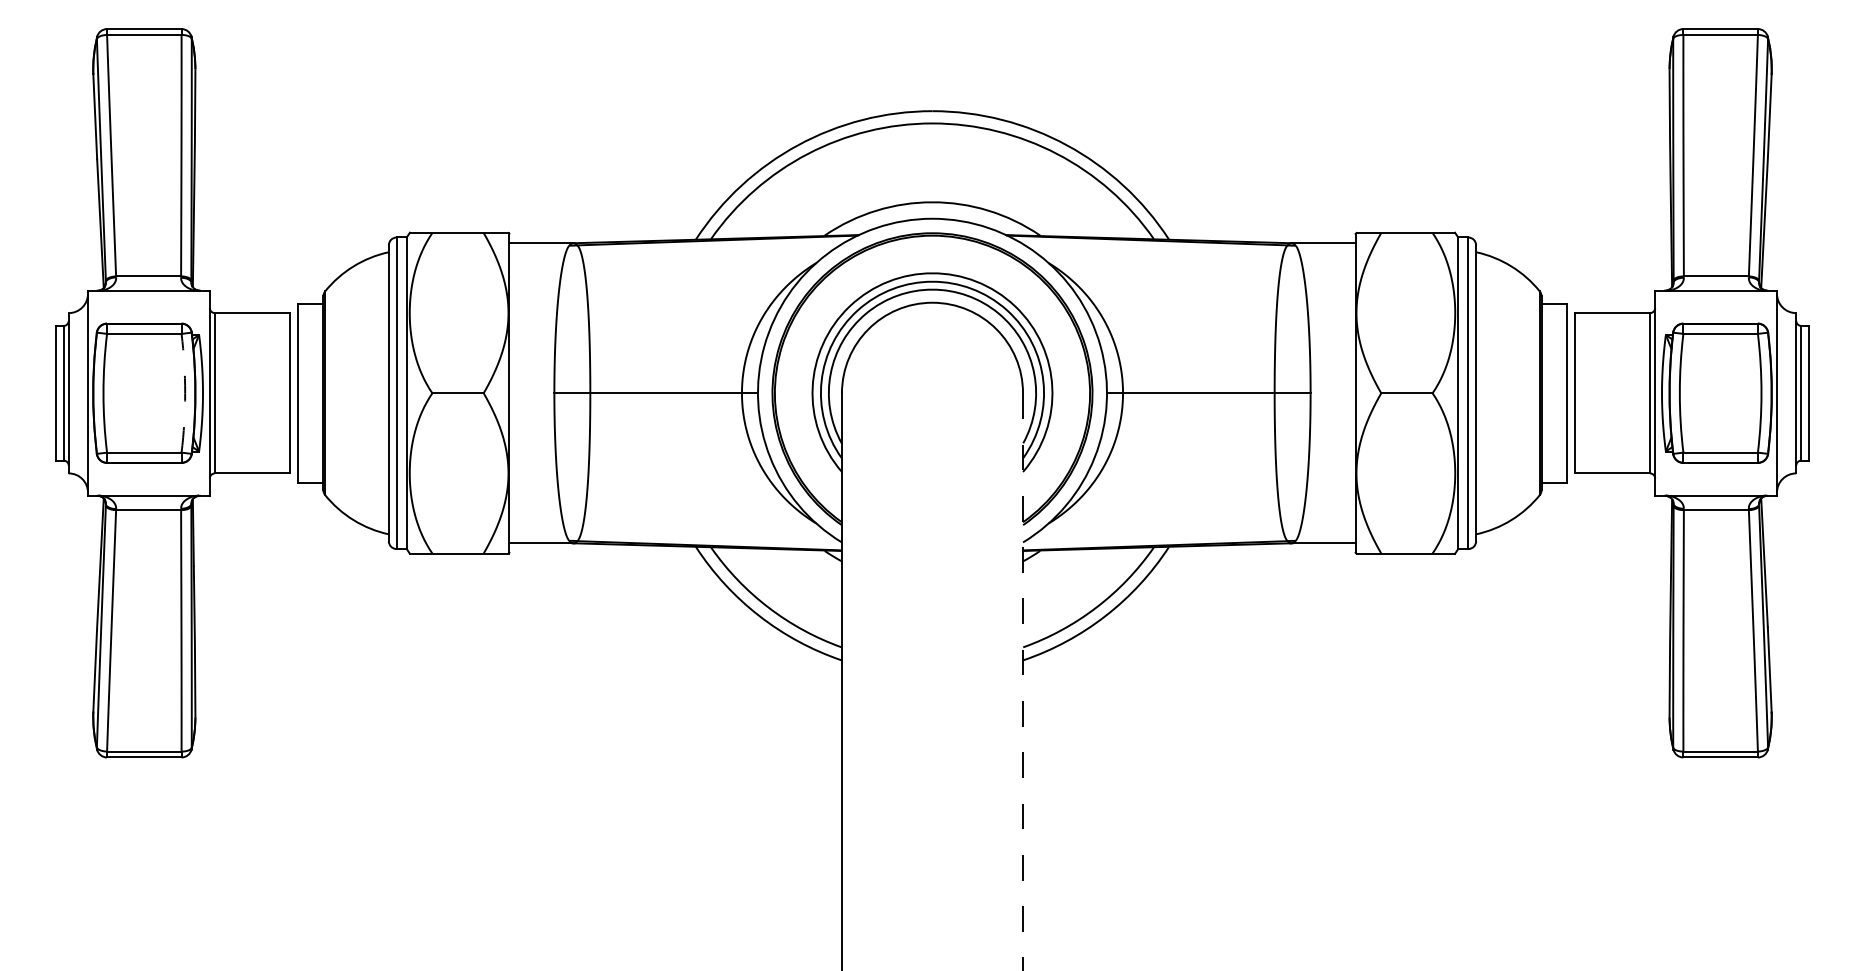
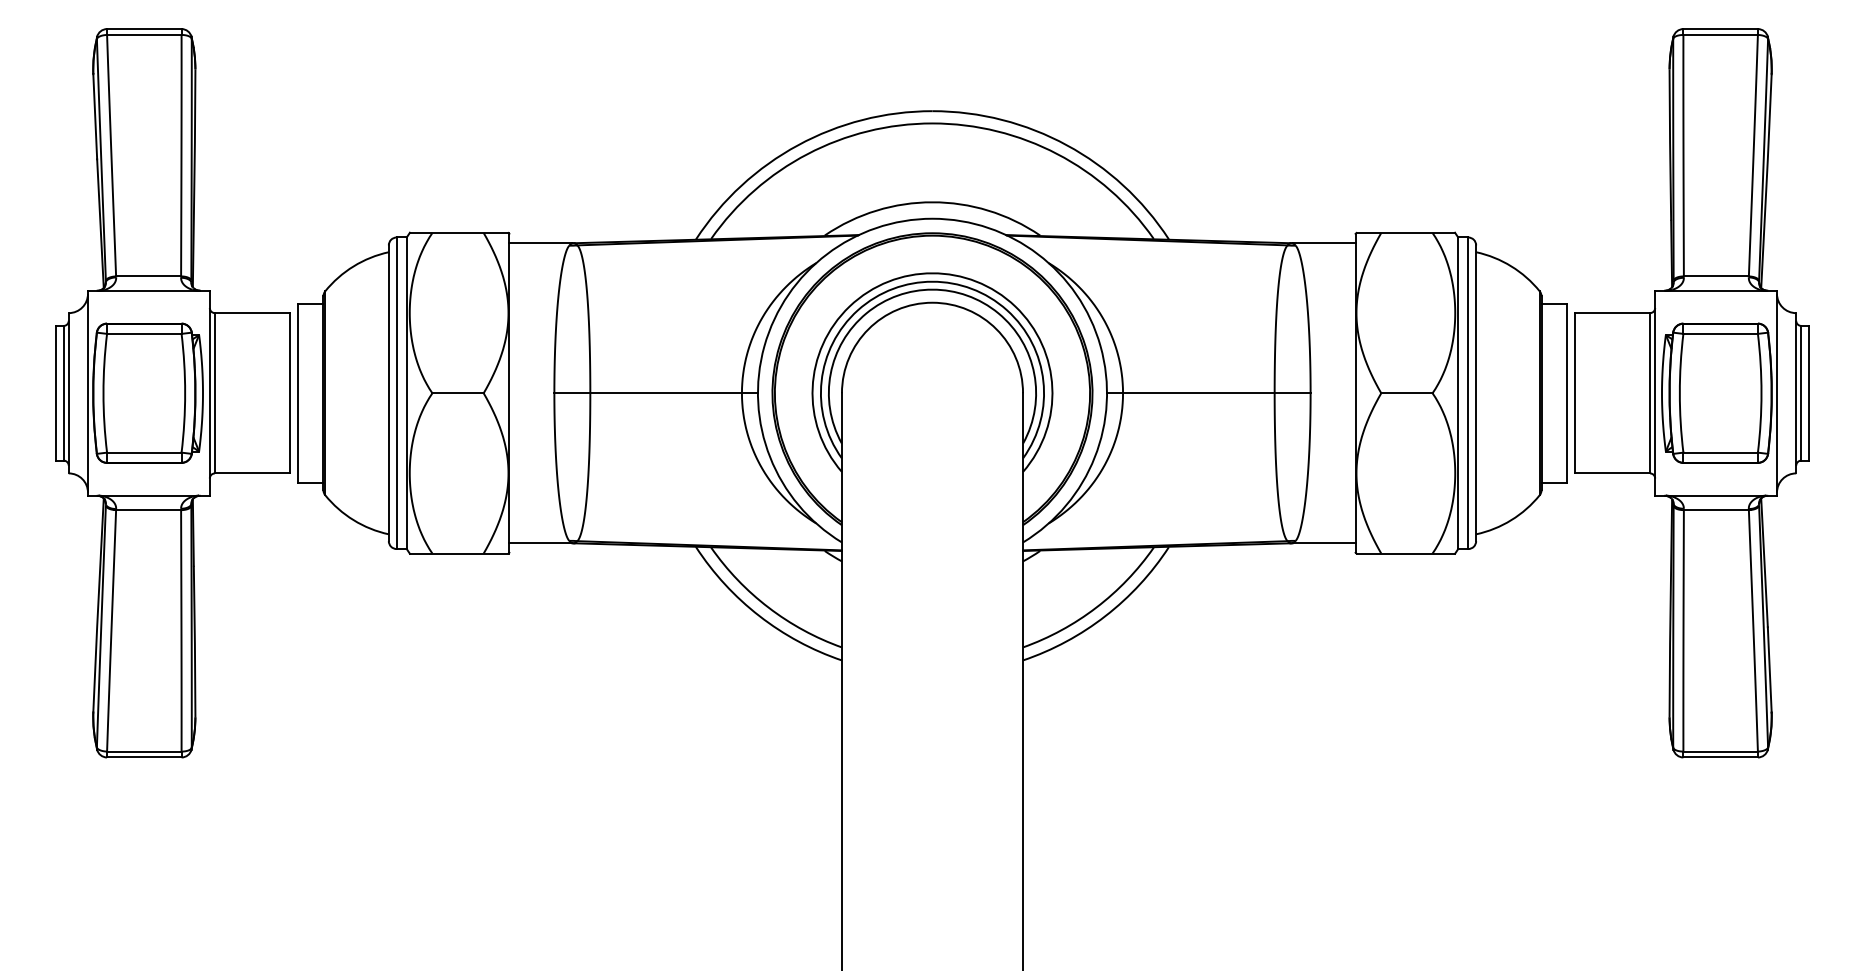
arc at (185, 393): dashed -> solid
line at (1023, 682): dashed -> solid
